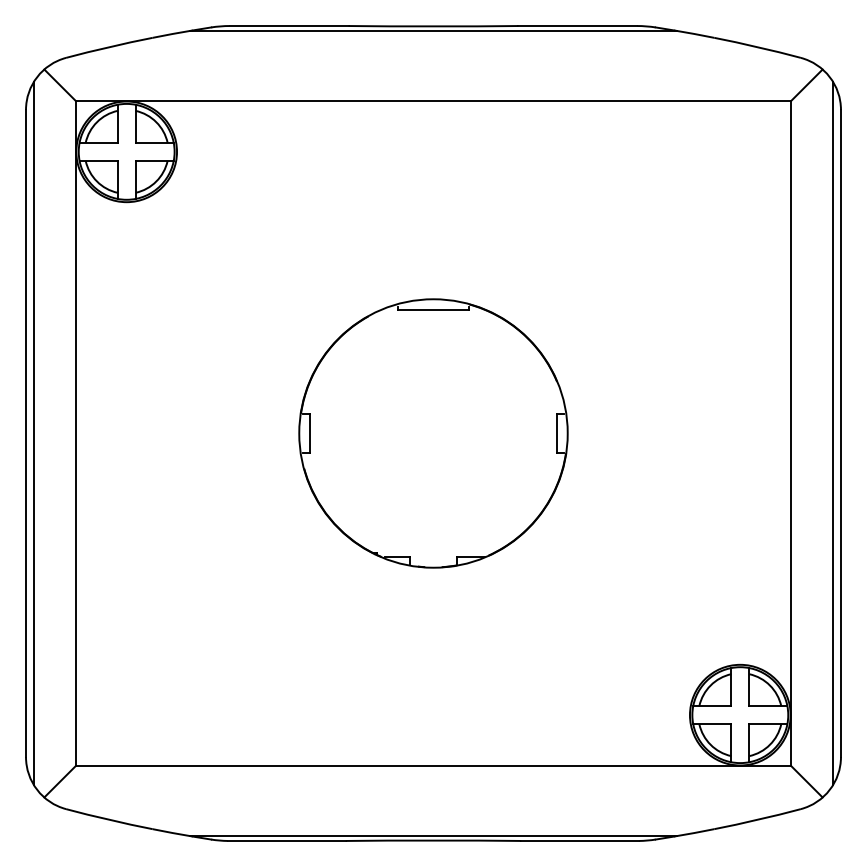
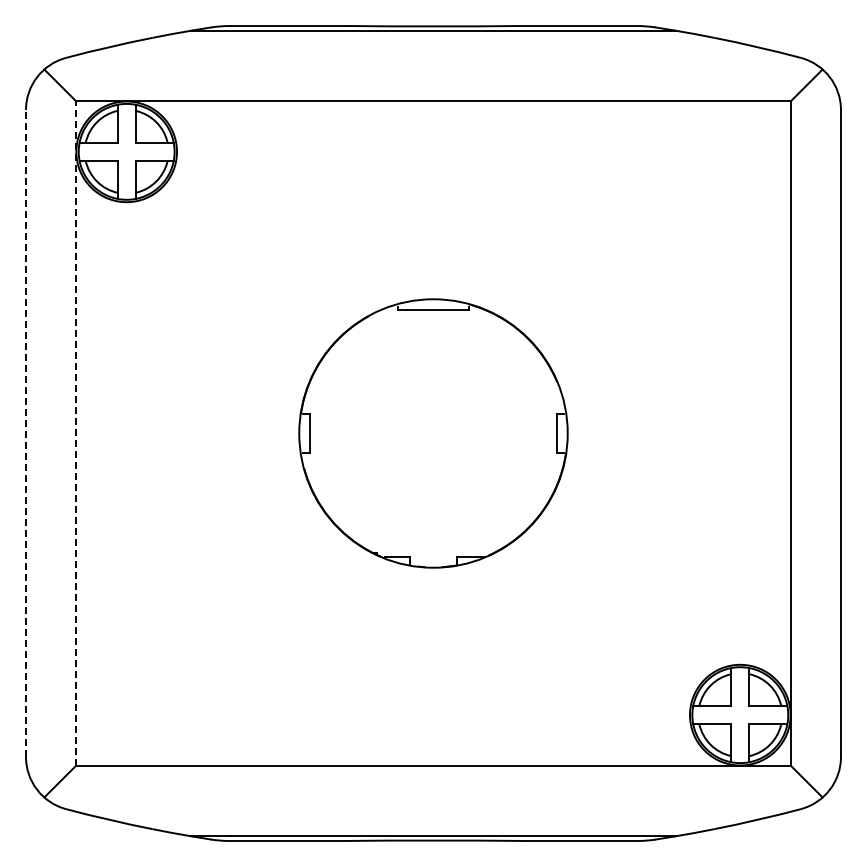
line at (26, 433): solid -> dashed
line at (34, 433): present -> none
line at (75, 433): solid -> dashed
line at (832, 433): present -> none
